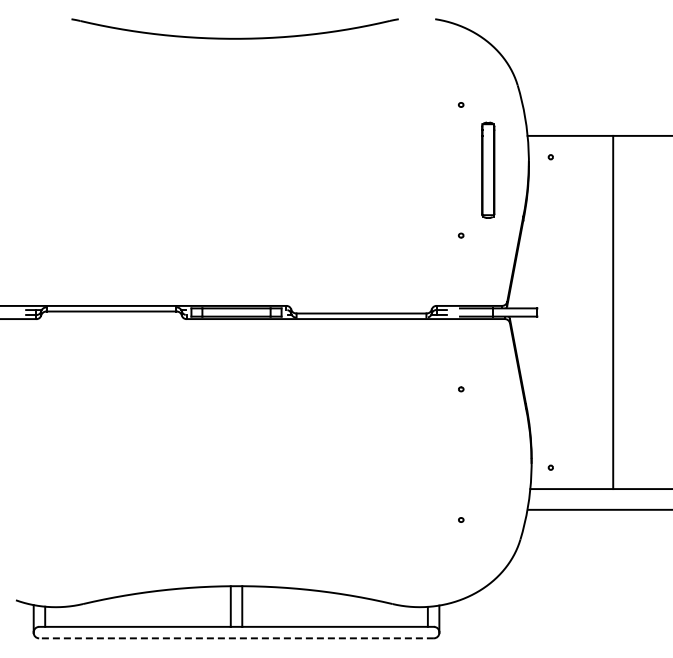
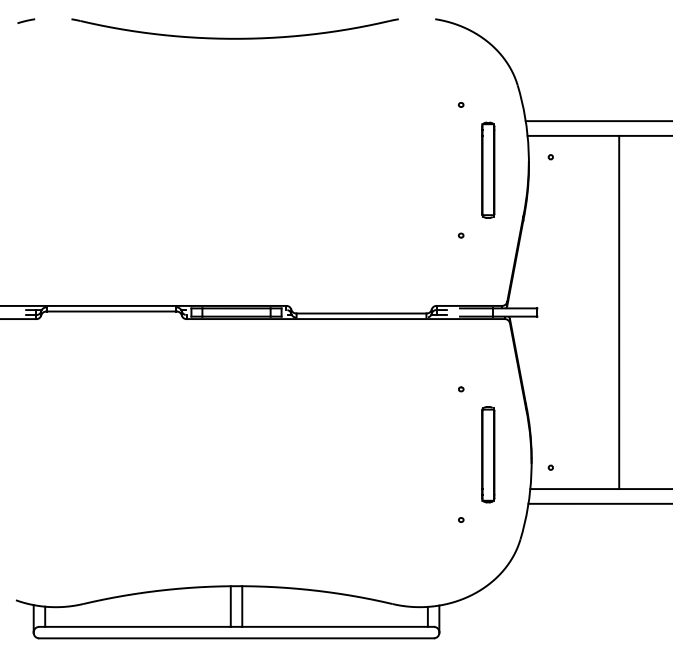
line at (26, 20): none -> present
line at (597, 121): none -> present
line at (613, 312) position: (613, 312) -> (619, 312)
part at (488, 454): none -> present
line at (598, 509) position: (598, 509) -> (598, 503)
line at (236, 638): dashed -> solid
